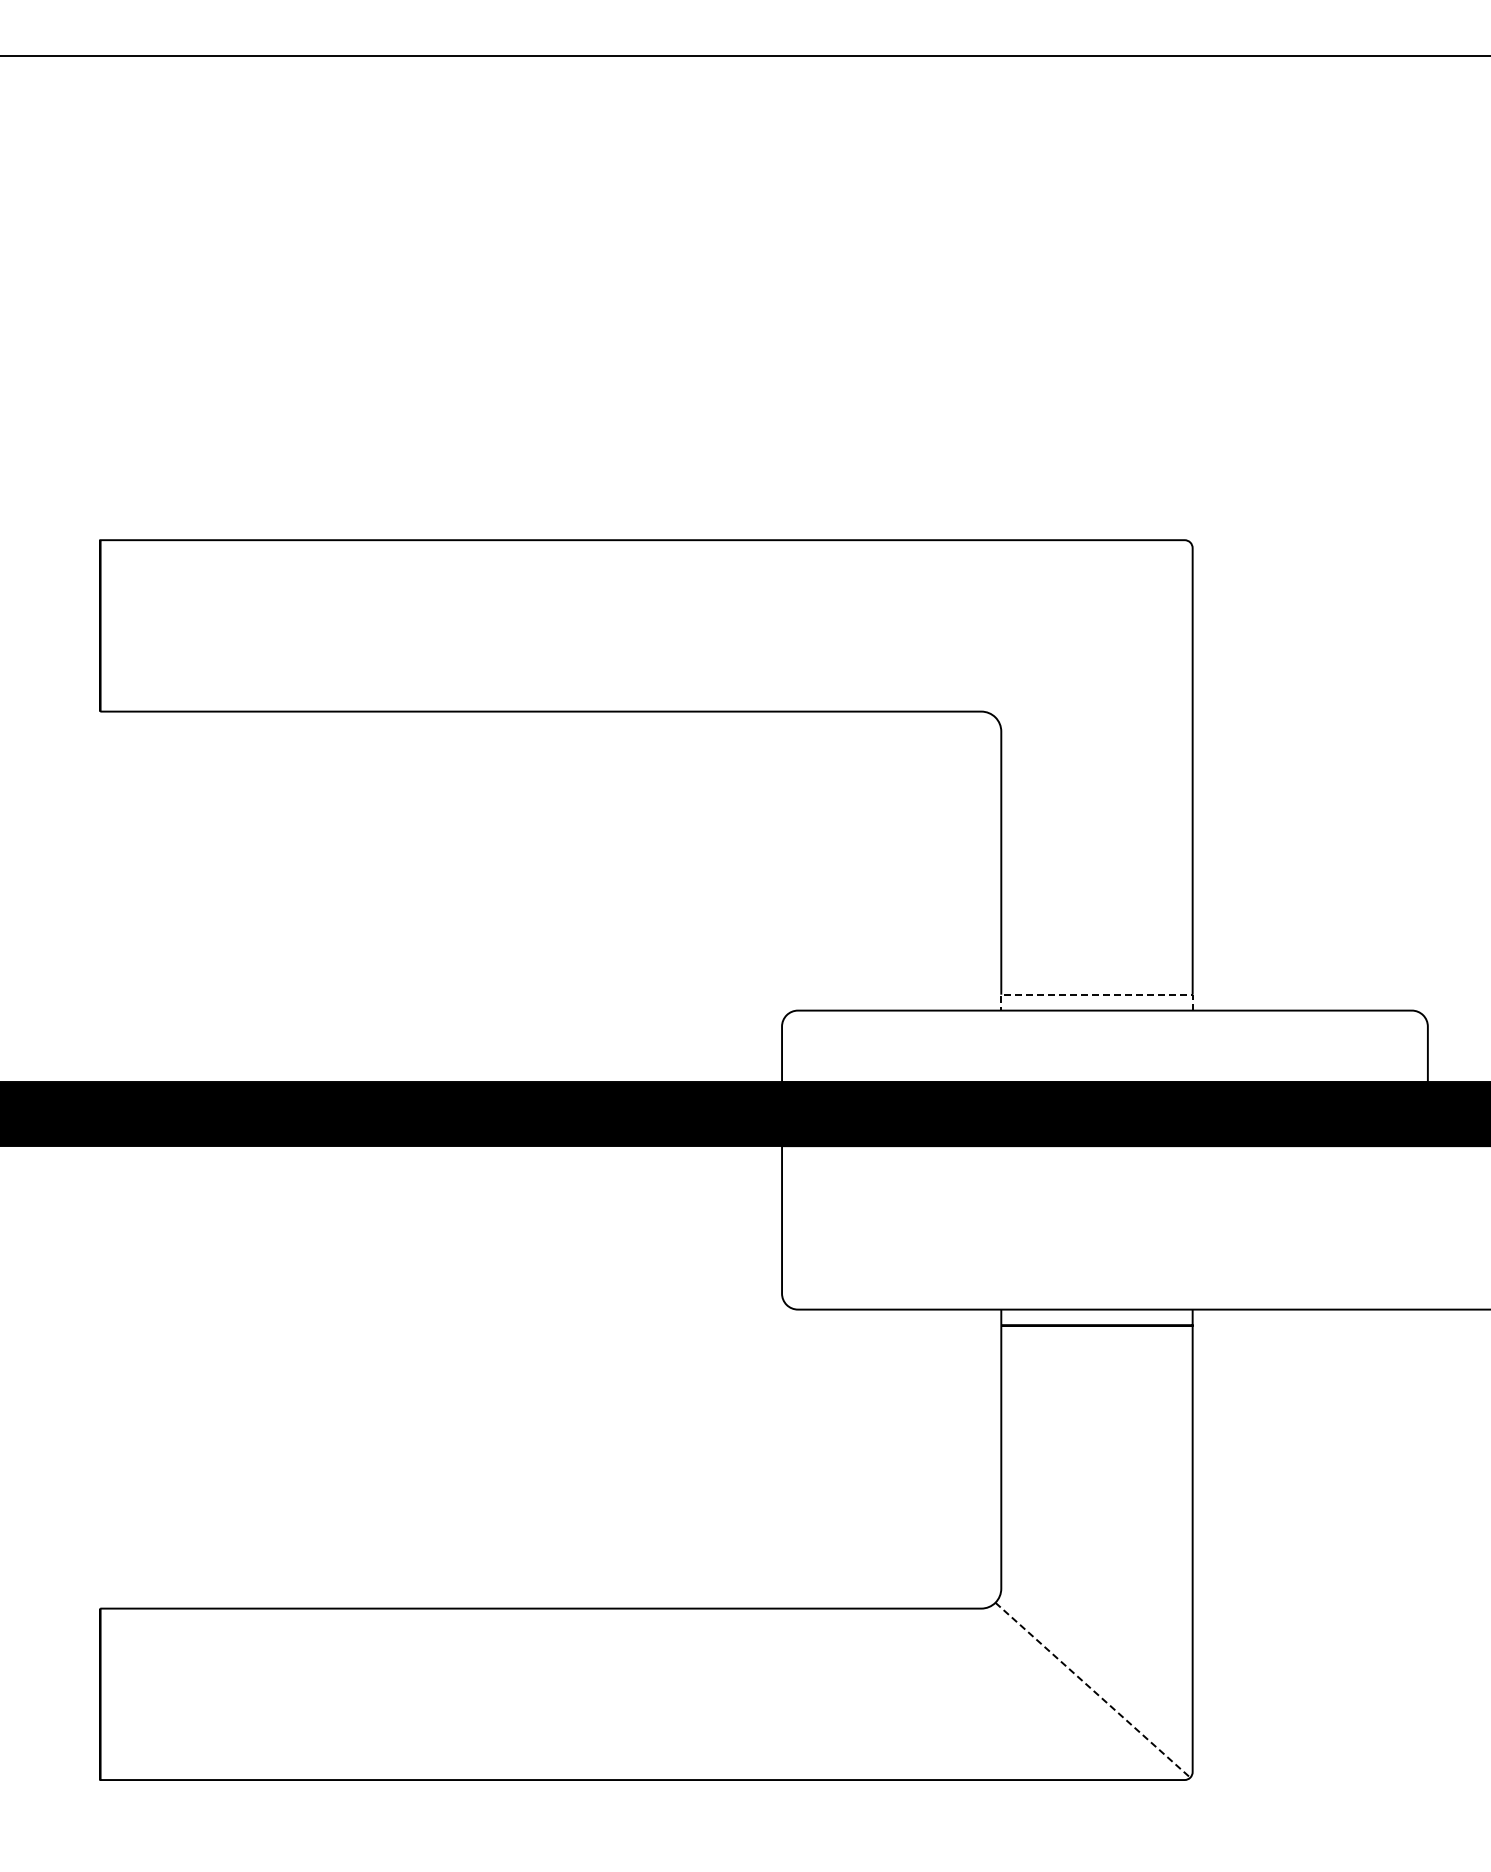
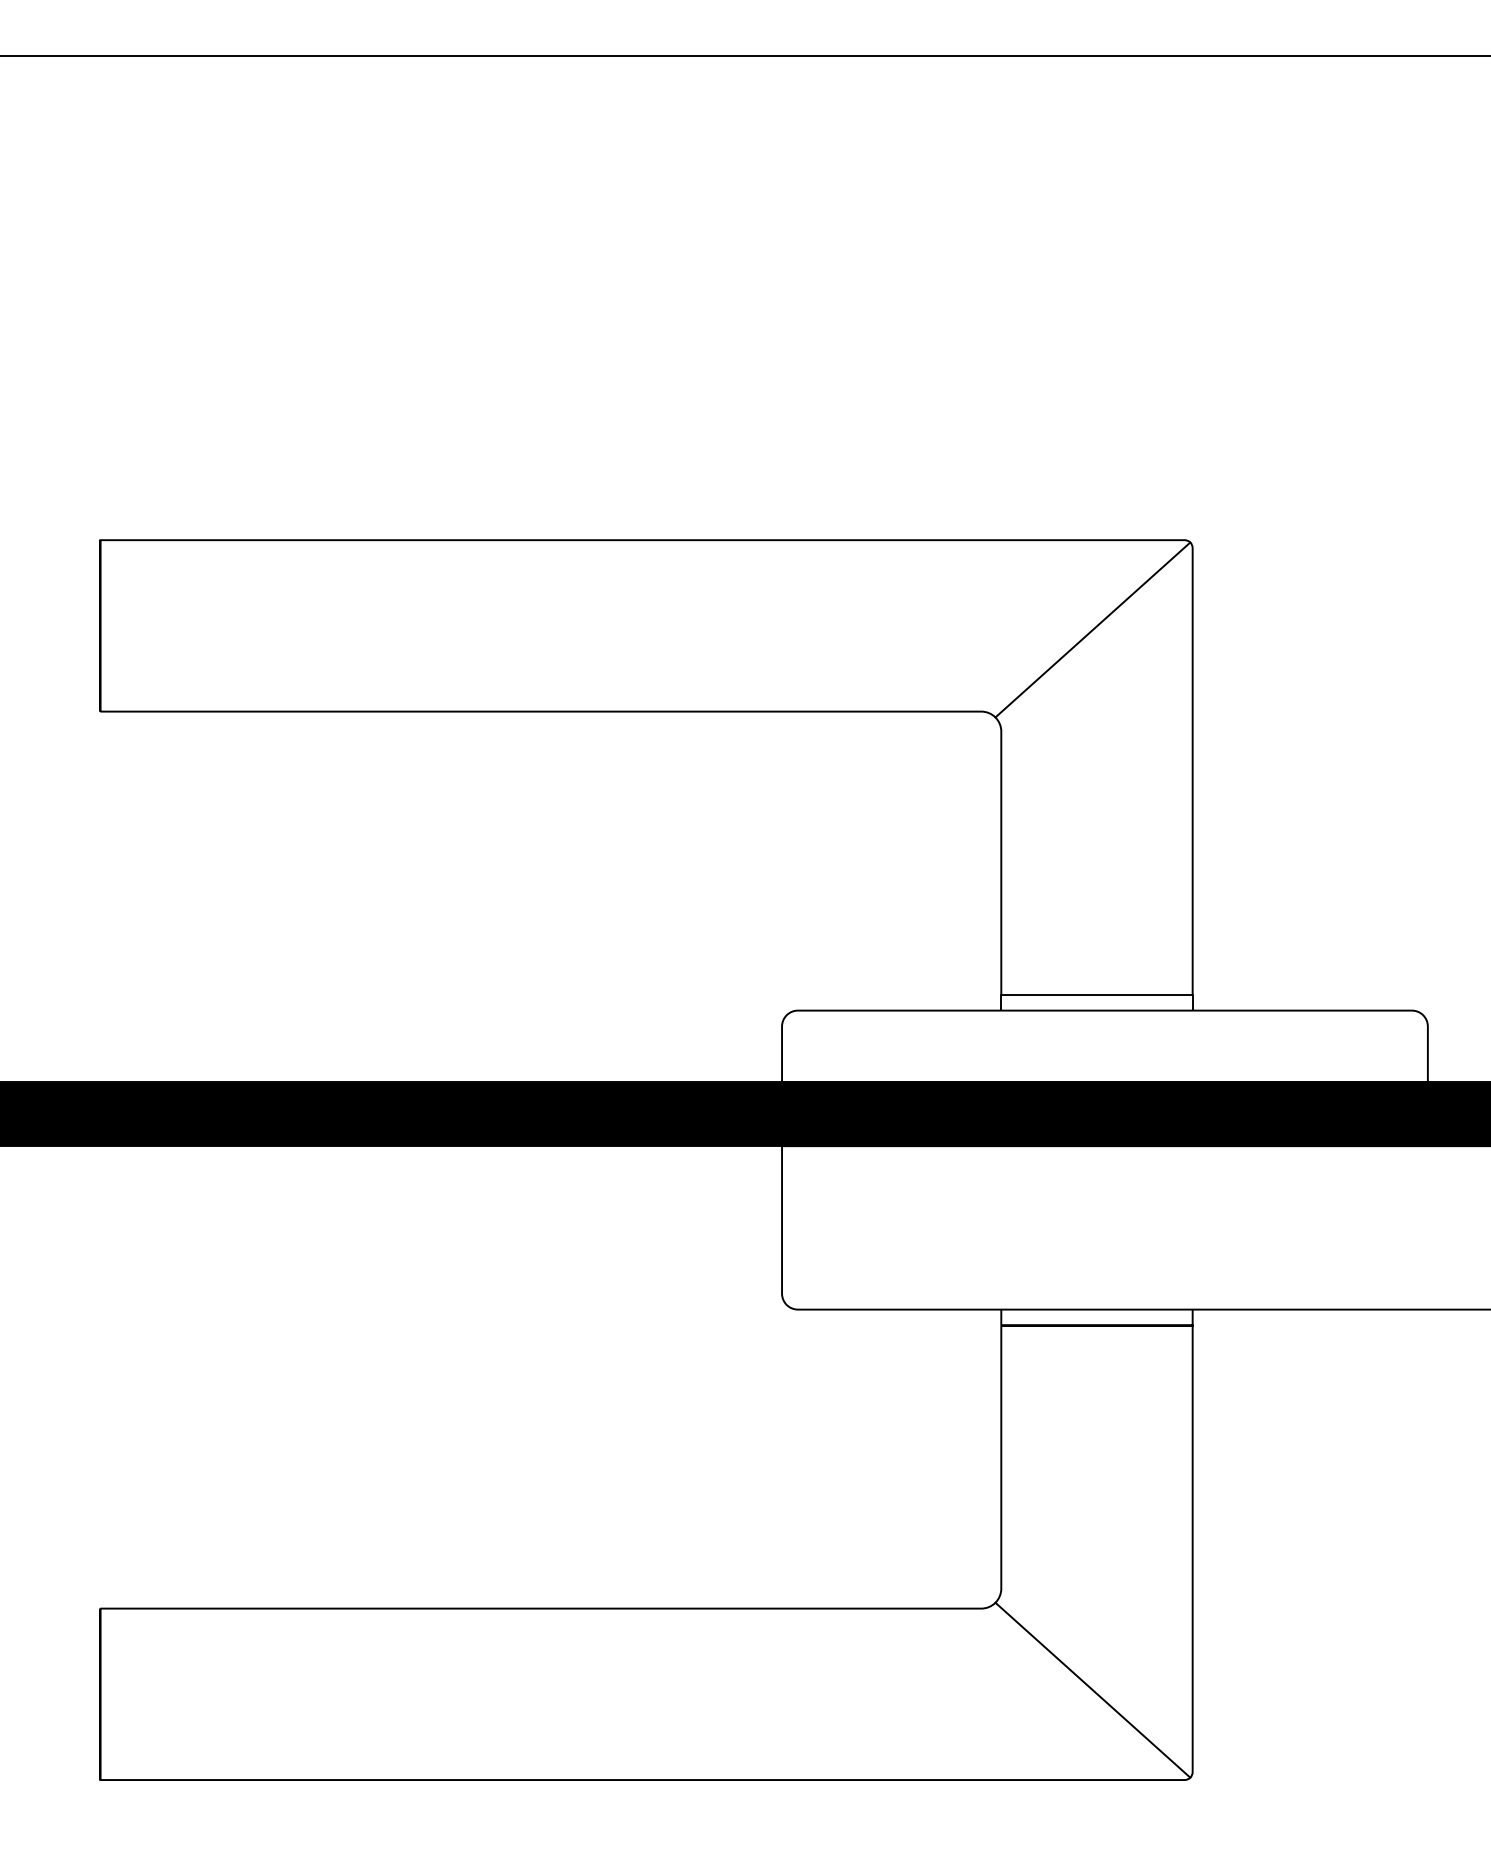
line at (1092, 629): none -> present
line at (1096, 994): dashed -> solid
line at (1092, 1690): dashed -> solid
